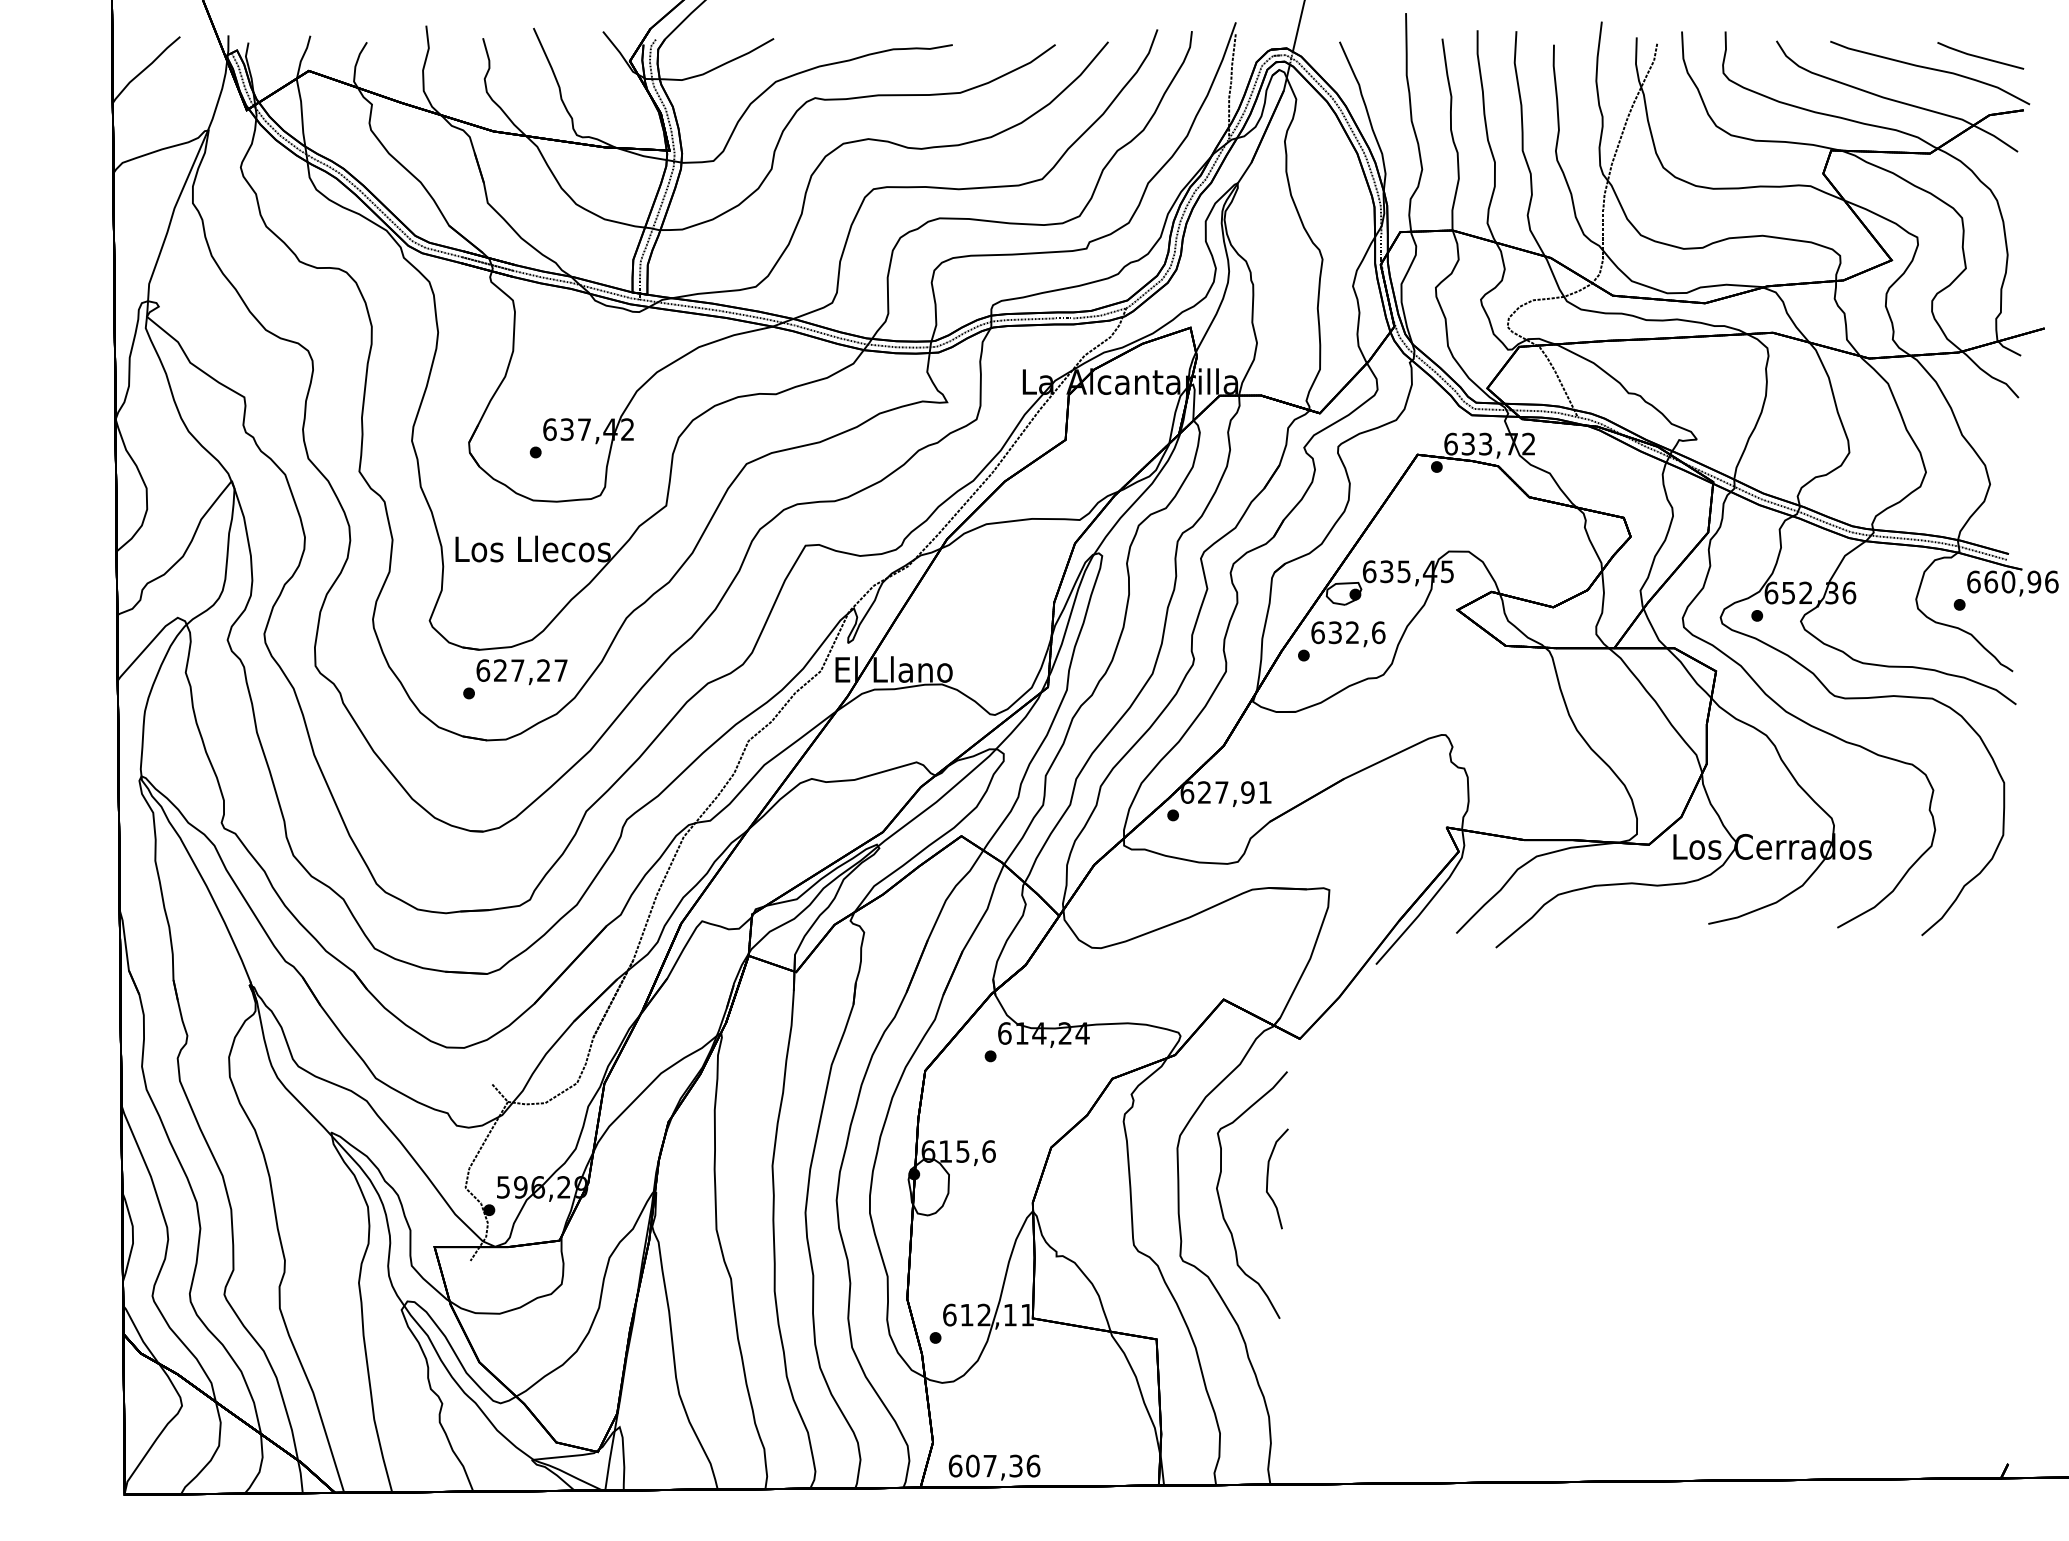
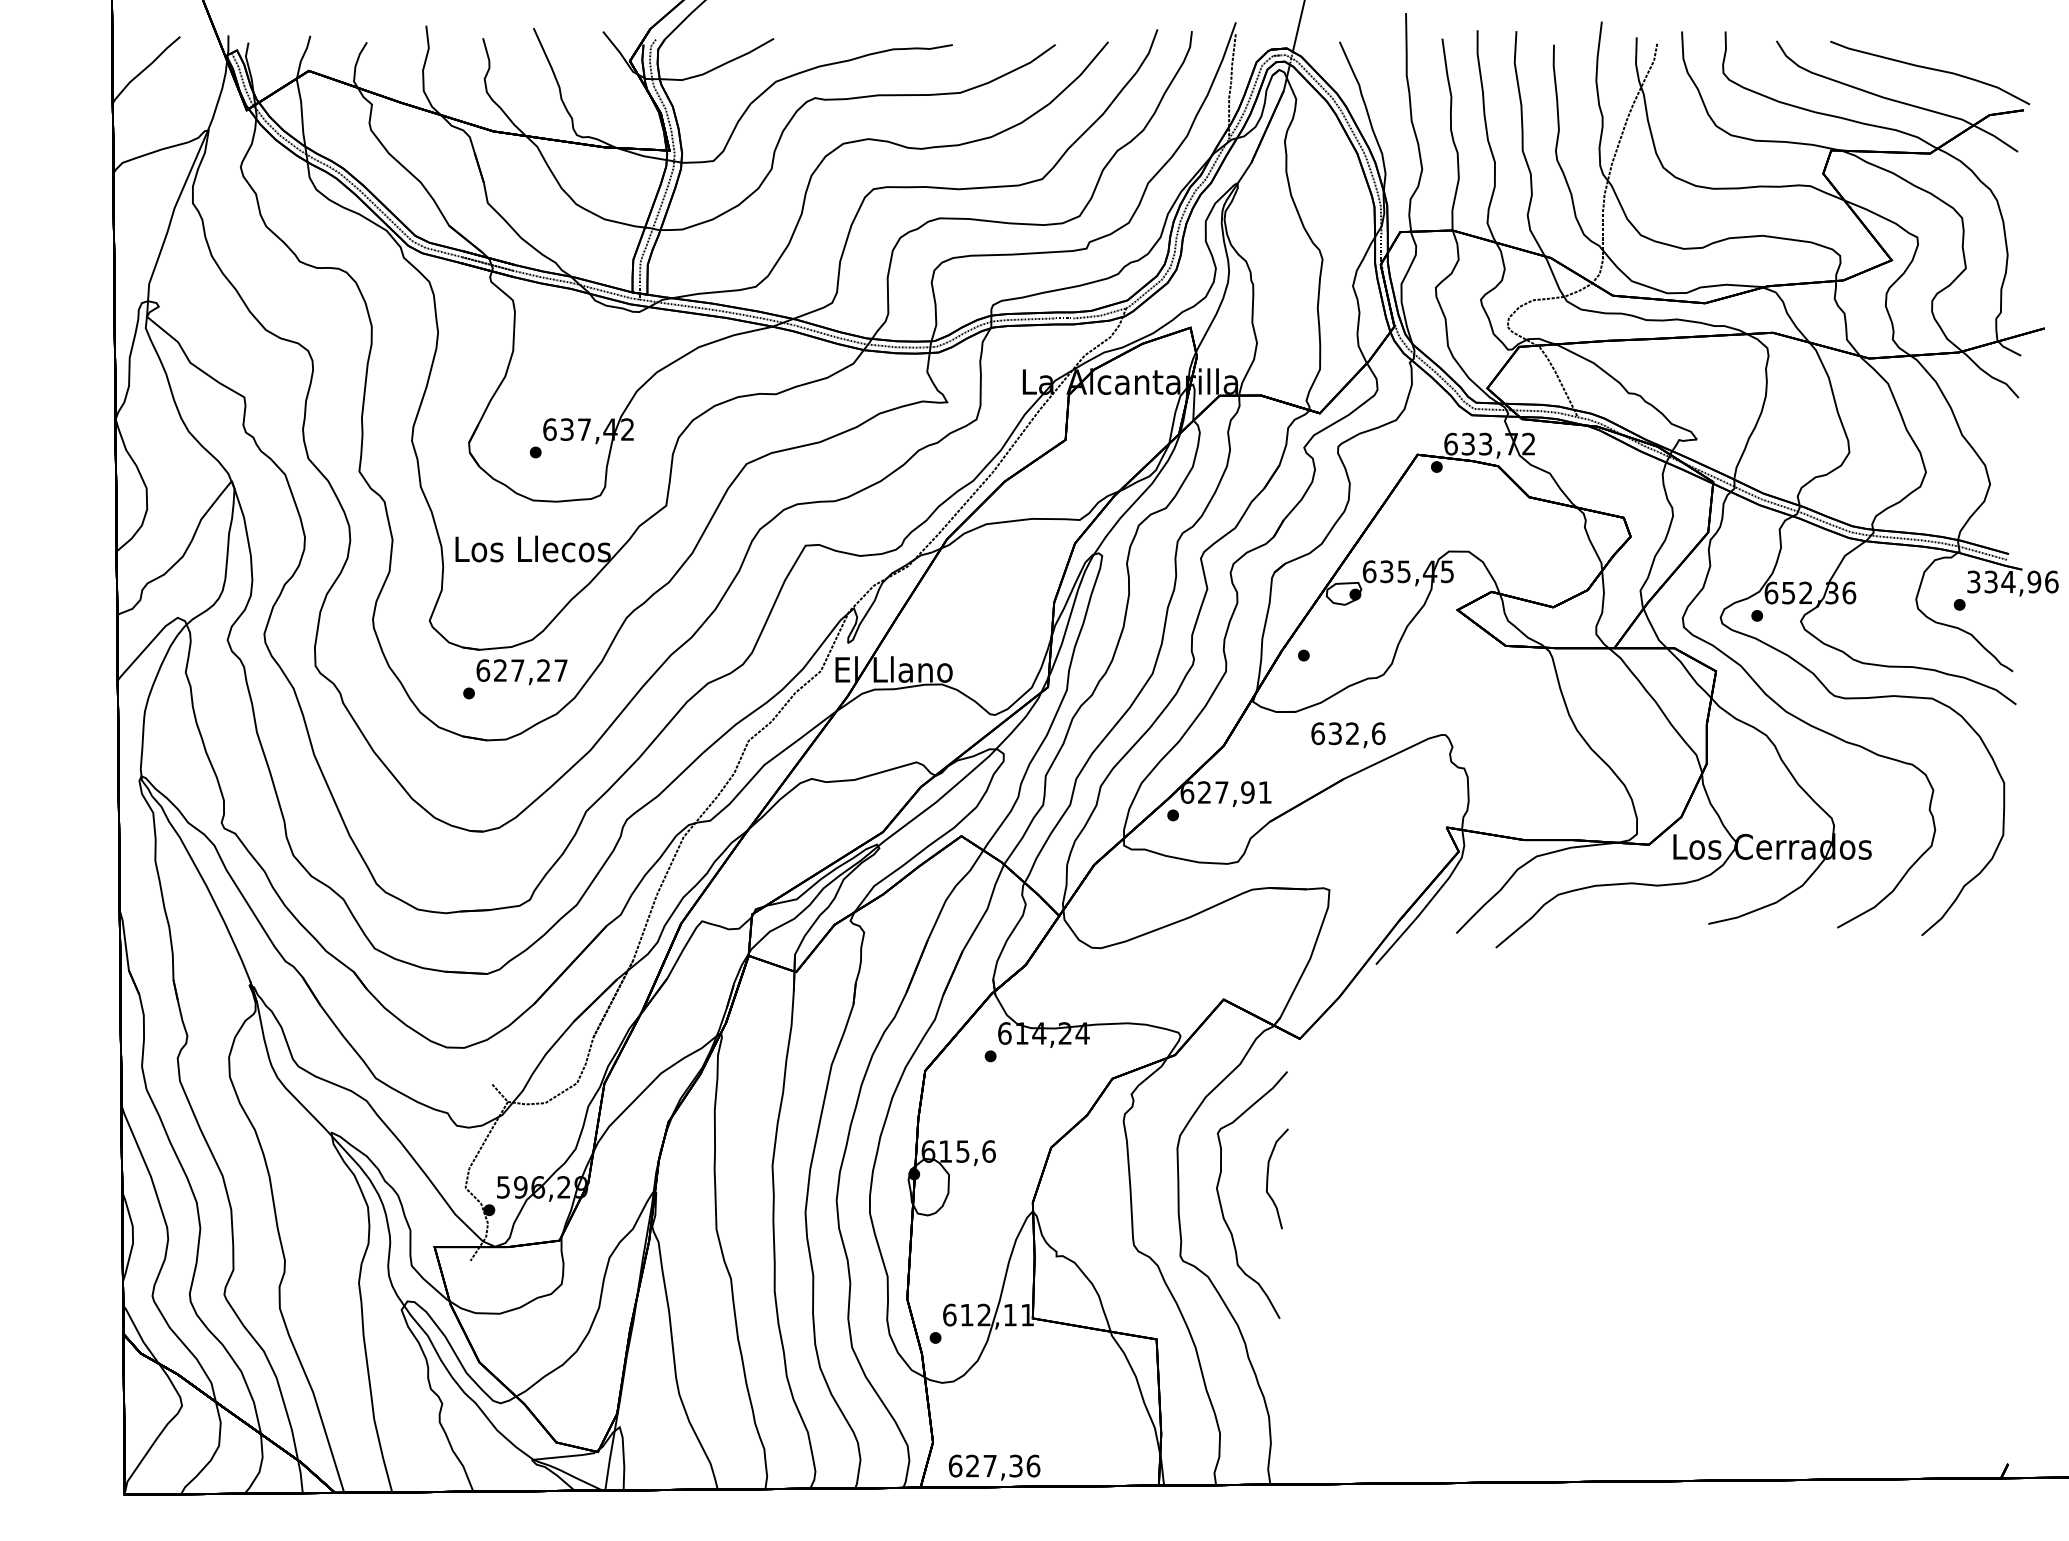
line at (1980, 56): present -> none
text at (1991, 581): 660,96 -> 334,96
text at (1348, 634) position: (1348, 634) -> (1348, 735)
text at (972, 1465): 607,36 -> 627,36
